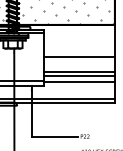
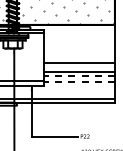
line at (78, 56) position: (78, 56) -> (78, 62)
line at (79, 76): solid -> dashed
line at (79, 82): solid -> dashed
